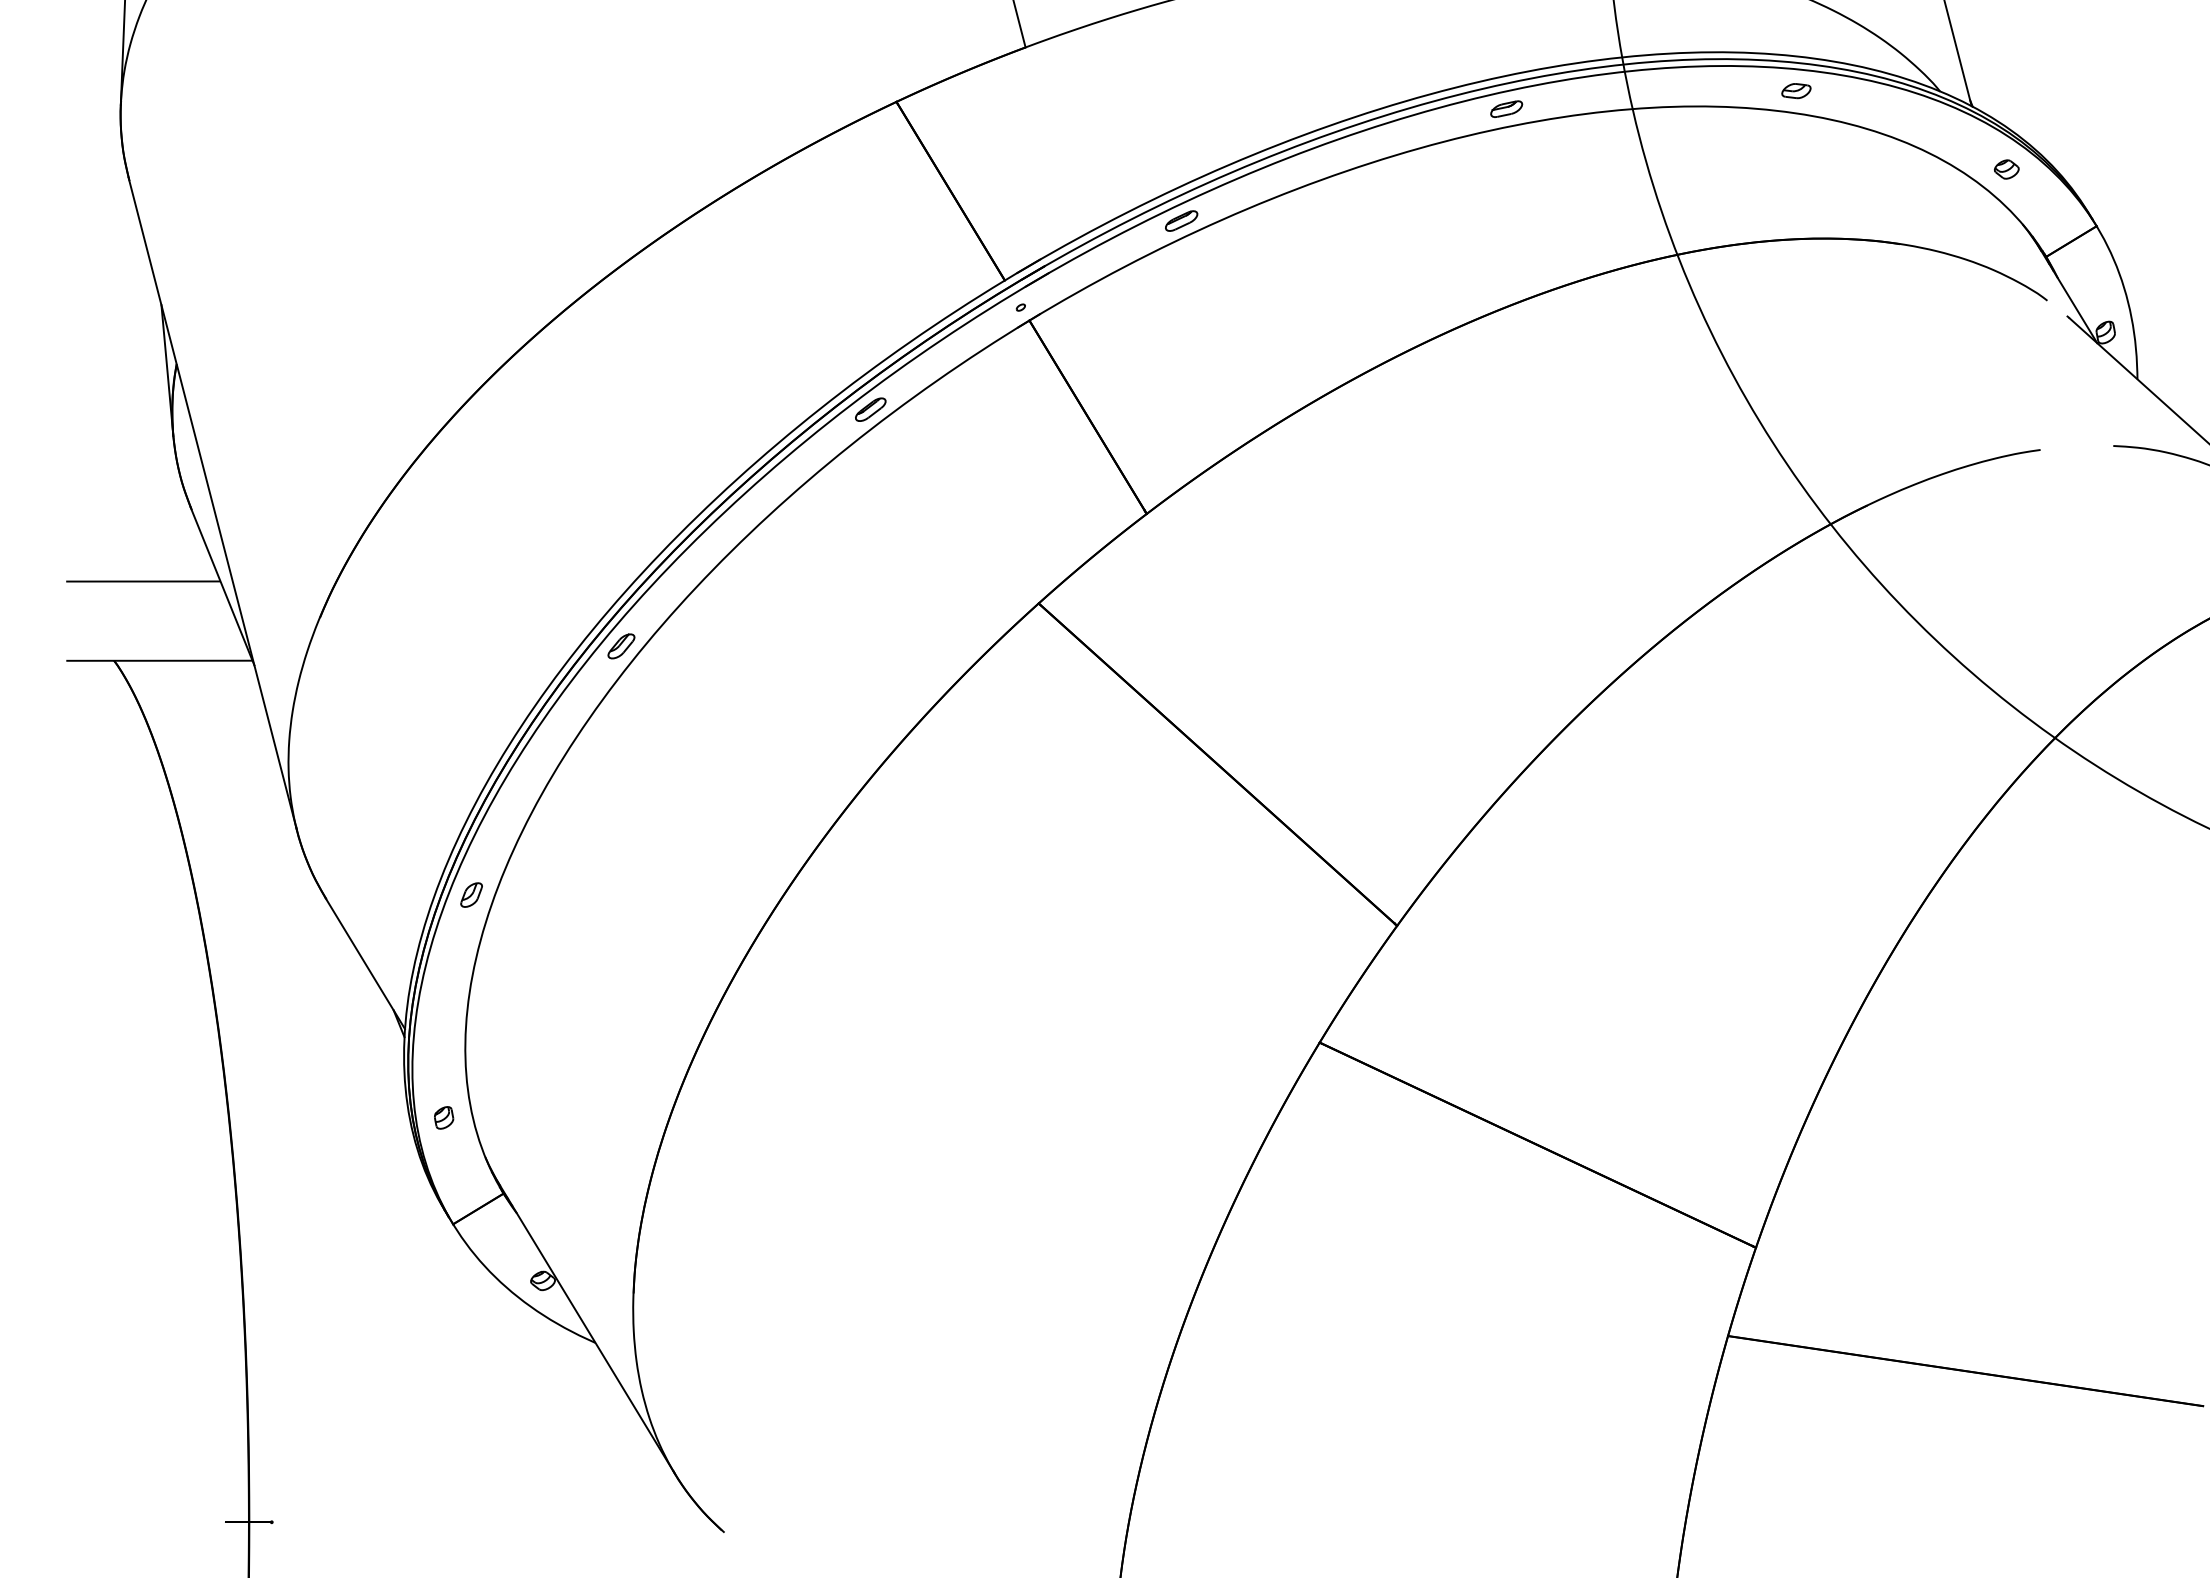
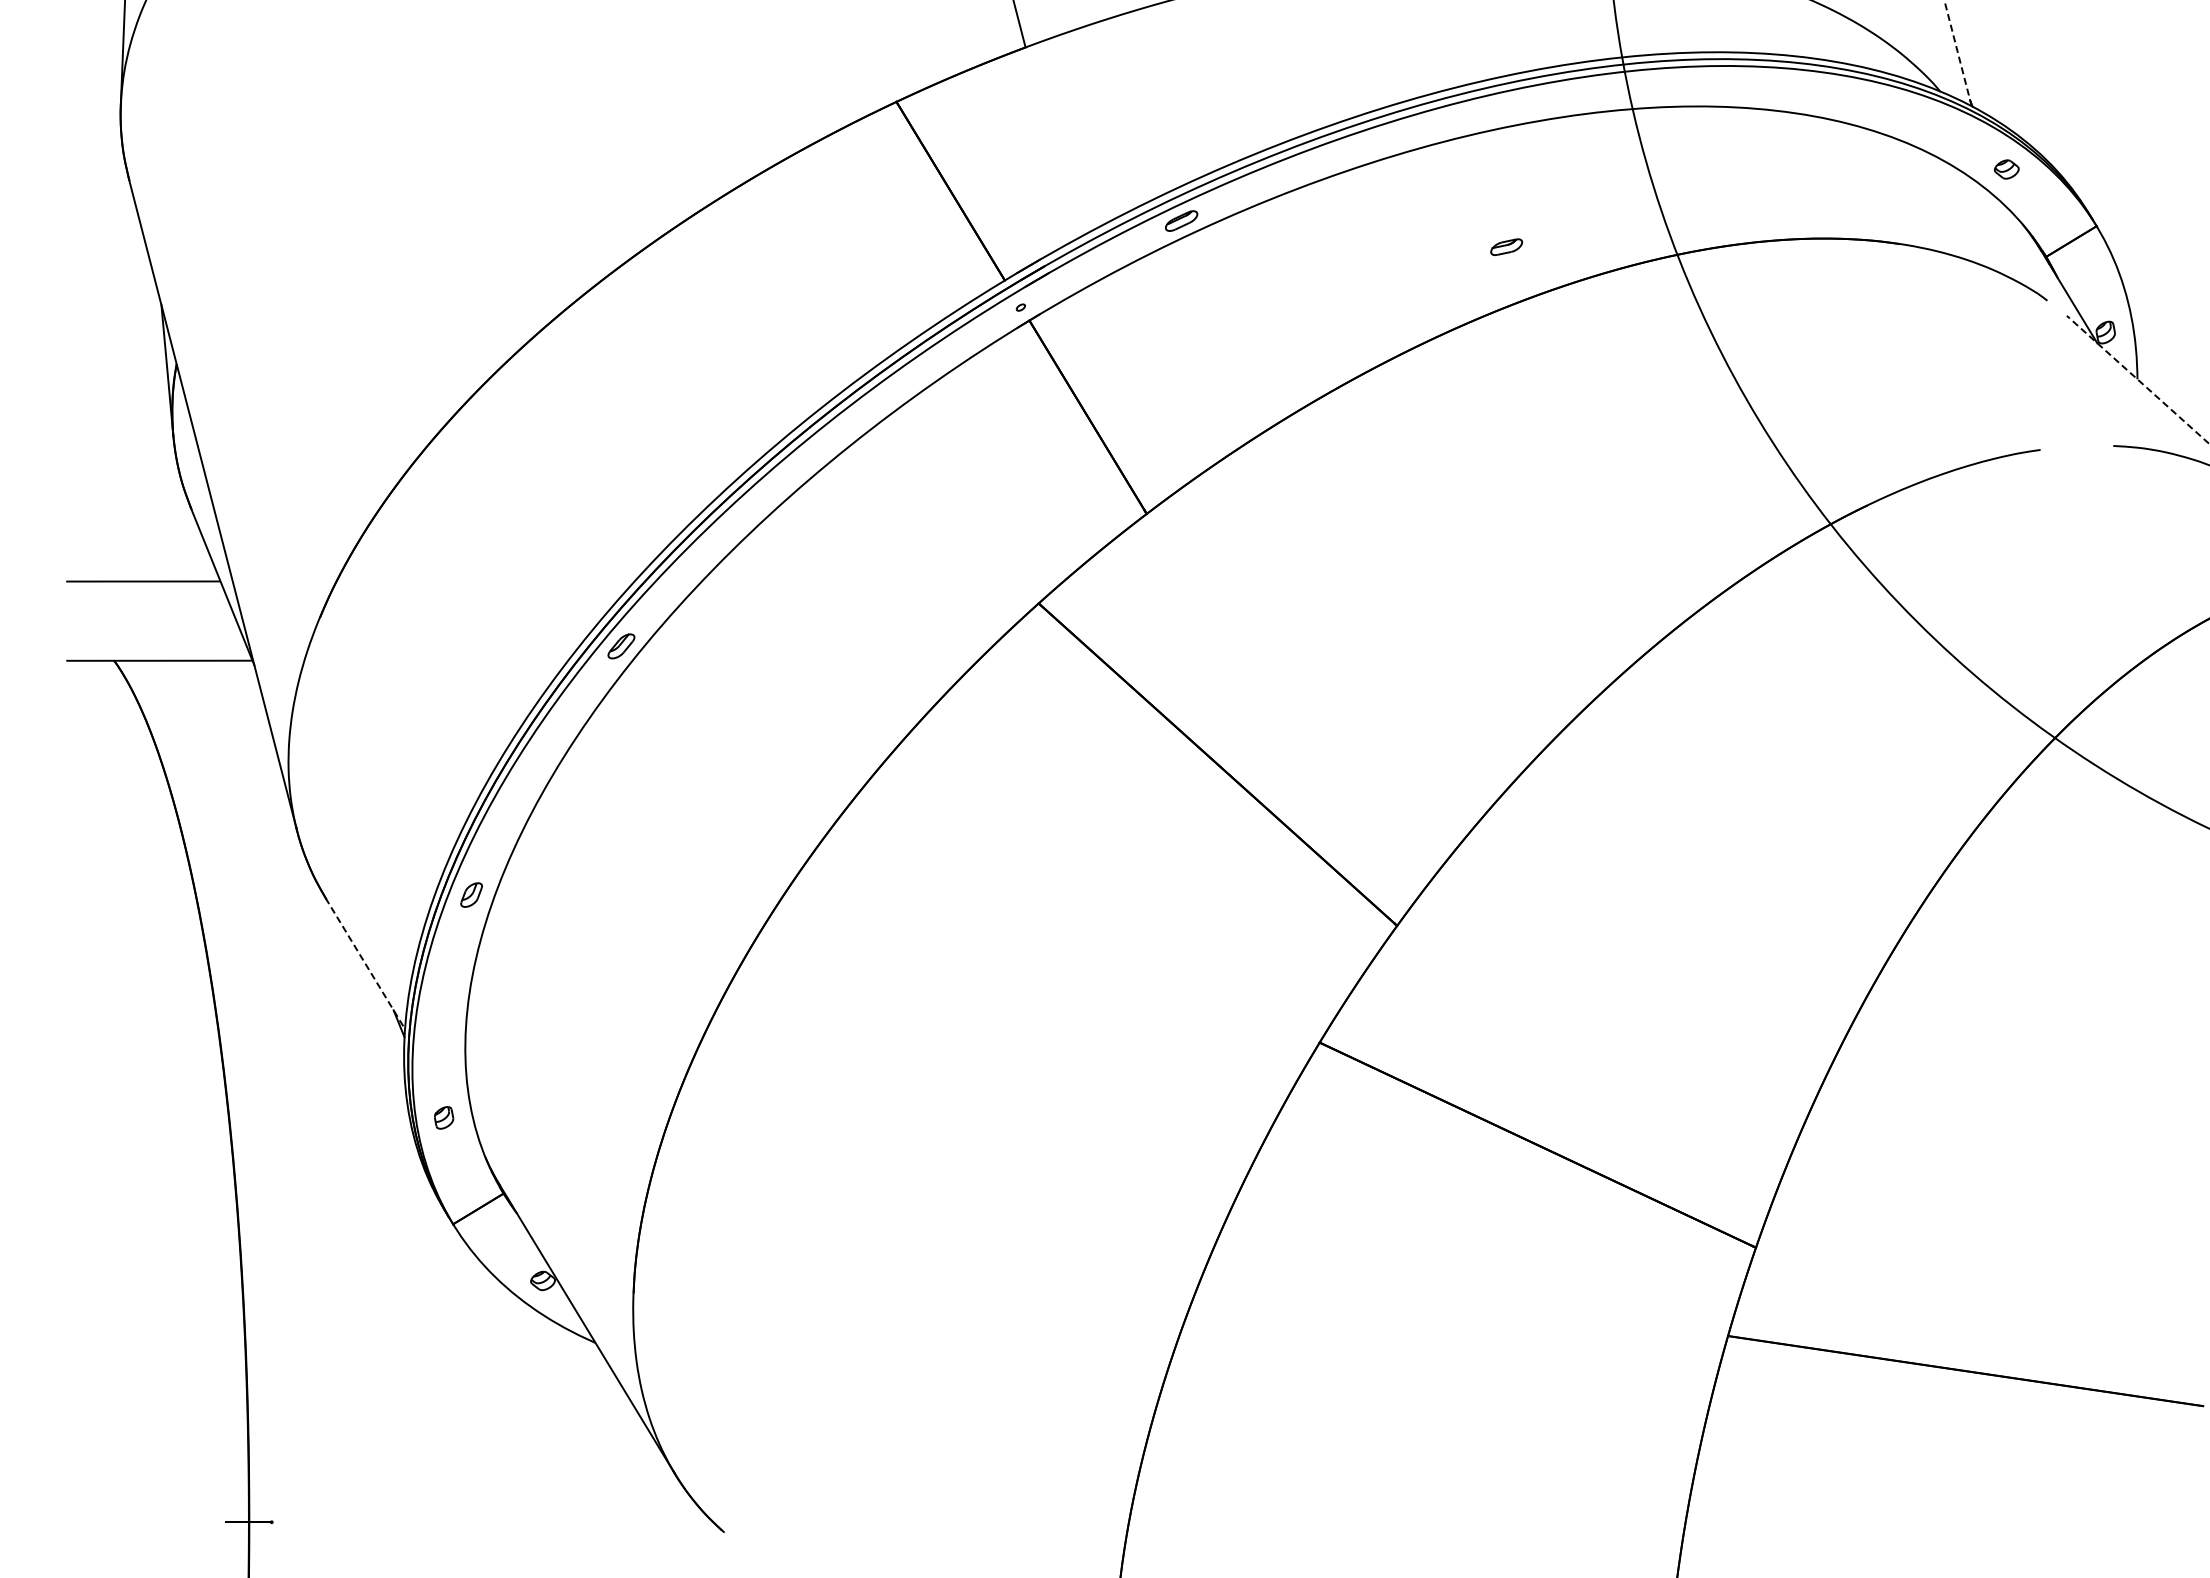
line at (1957, 53): solid -> dashed
part at (1796, 91): present -> none
part at (1506, 108) position: (1506, 108) -> (1506, 246)
line at (2139, 381): solid -> dashed
part at (870, 409): present -> none
line at (365, 963): solid -> dashed
